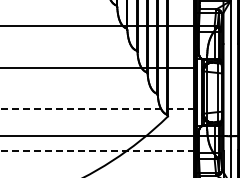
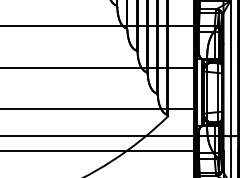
line at (97, 109): dashed -> solid
line at (97, 150): dashed -> solid
